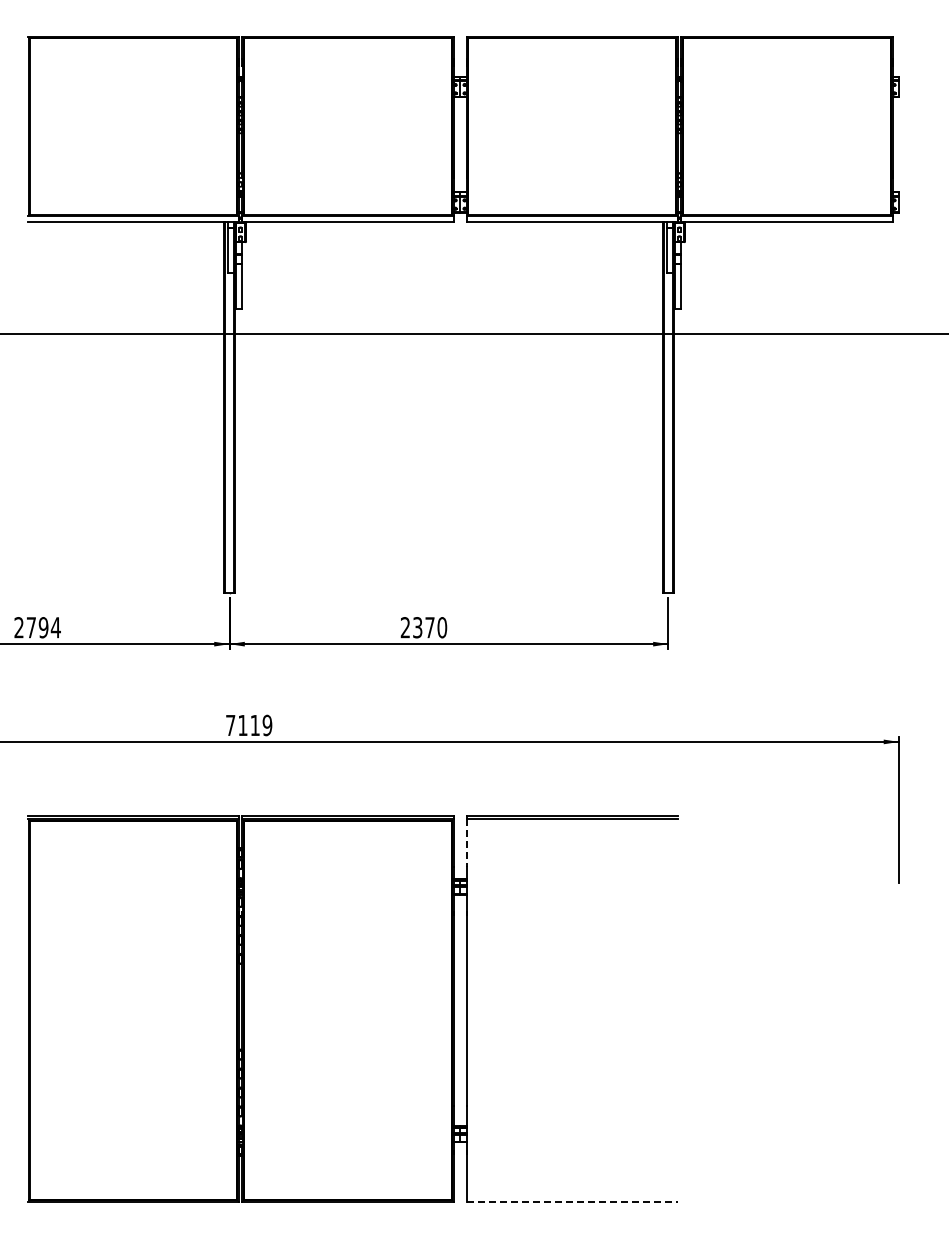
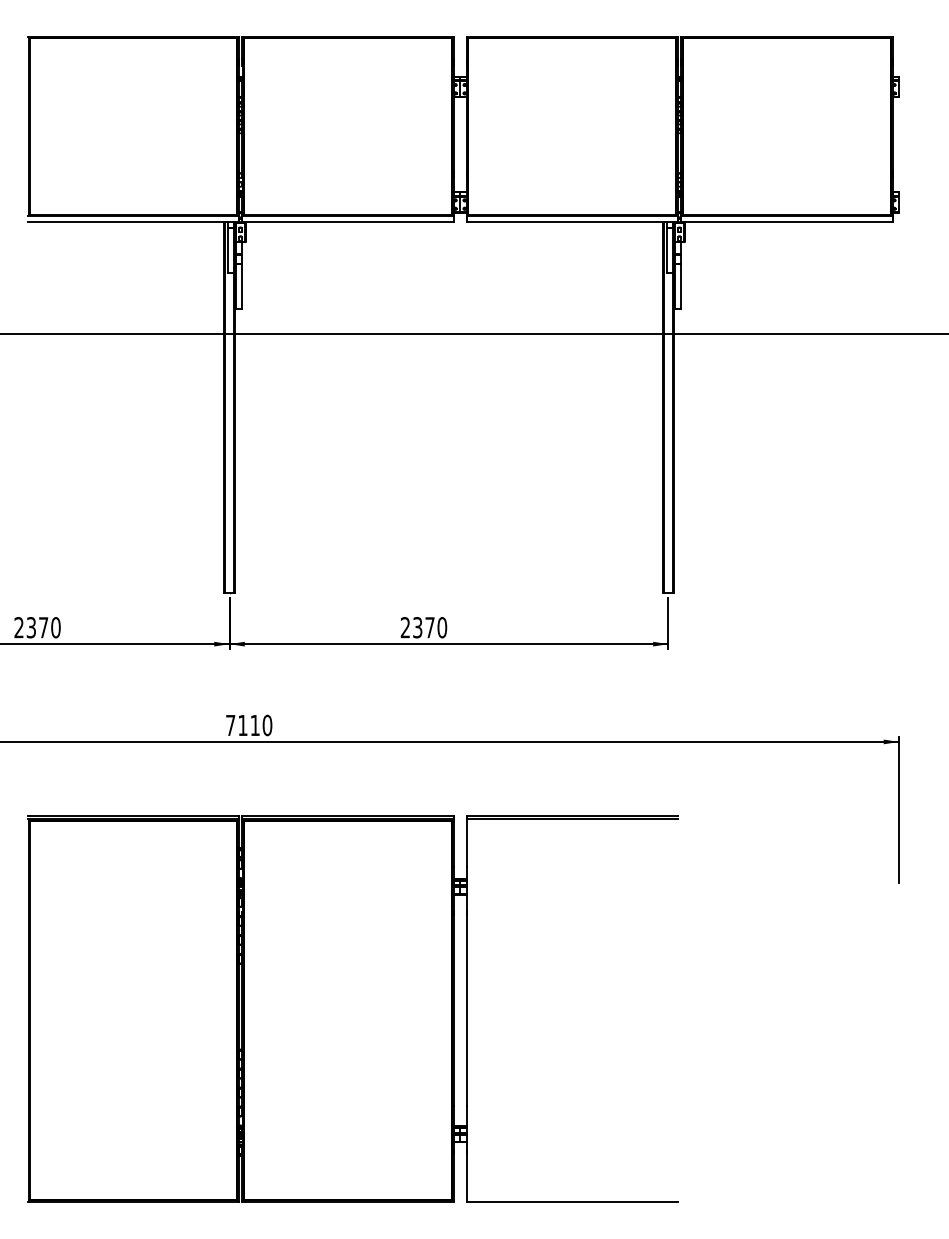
text at (43, 627): 2794 -> 2370
text at (267, 725): 7119 -> 7110
line at (466, 843): dashed -> solid
line at (572, 1201): dashed -> solid
